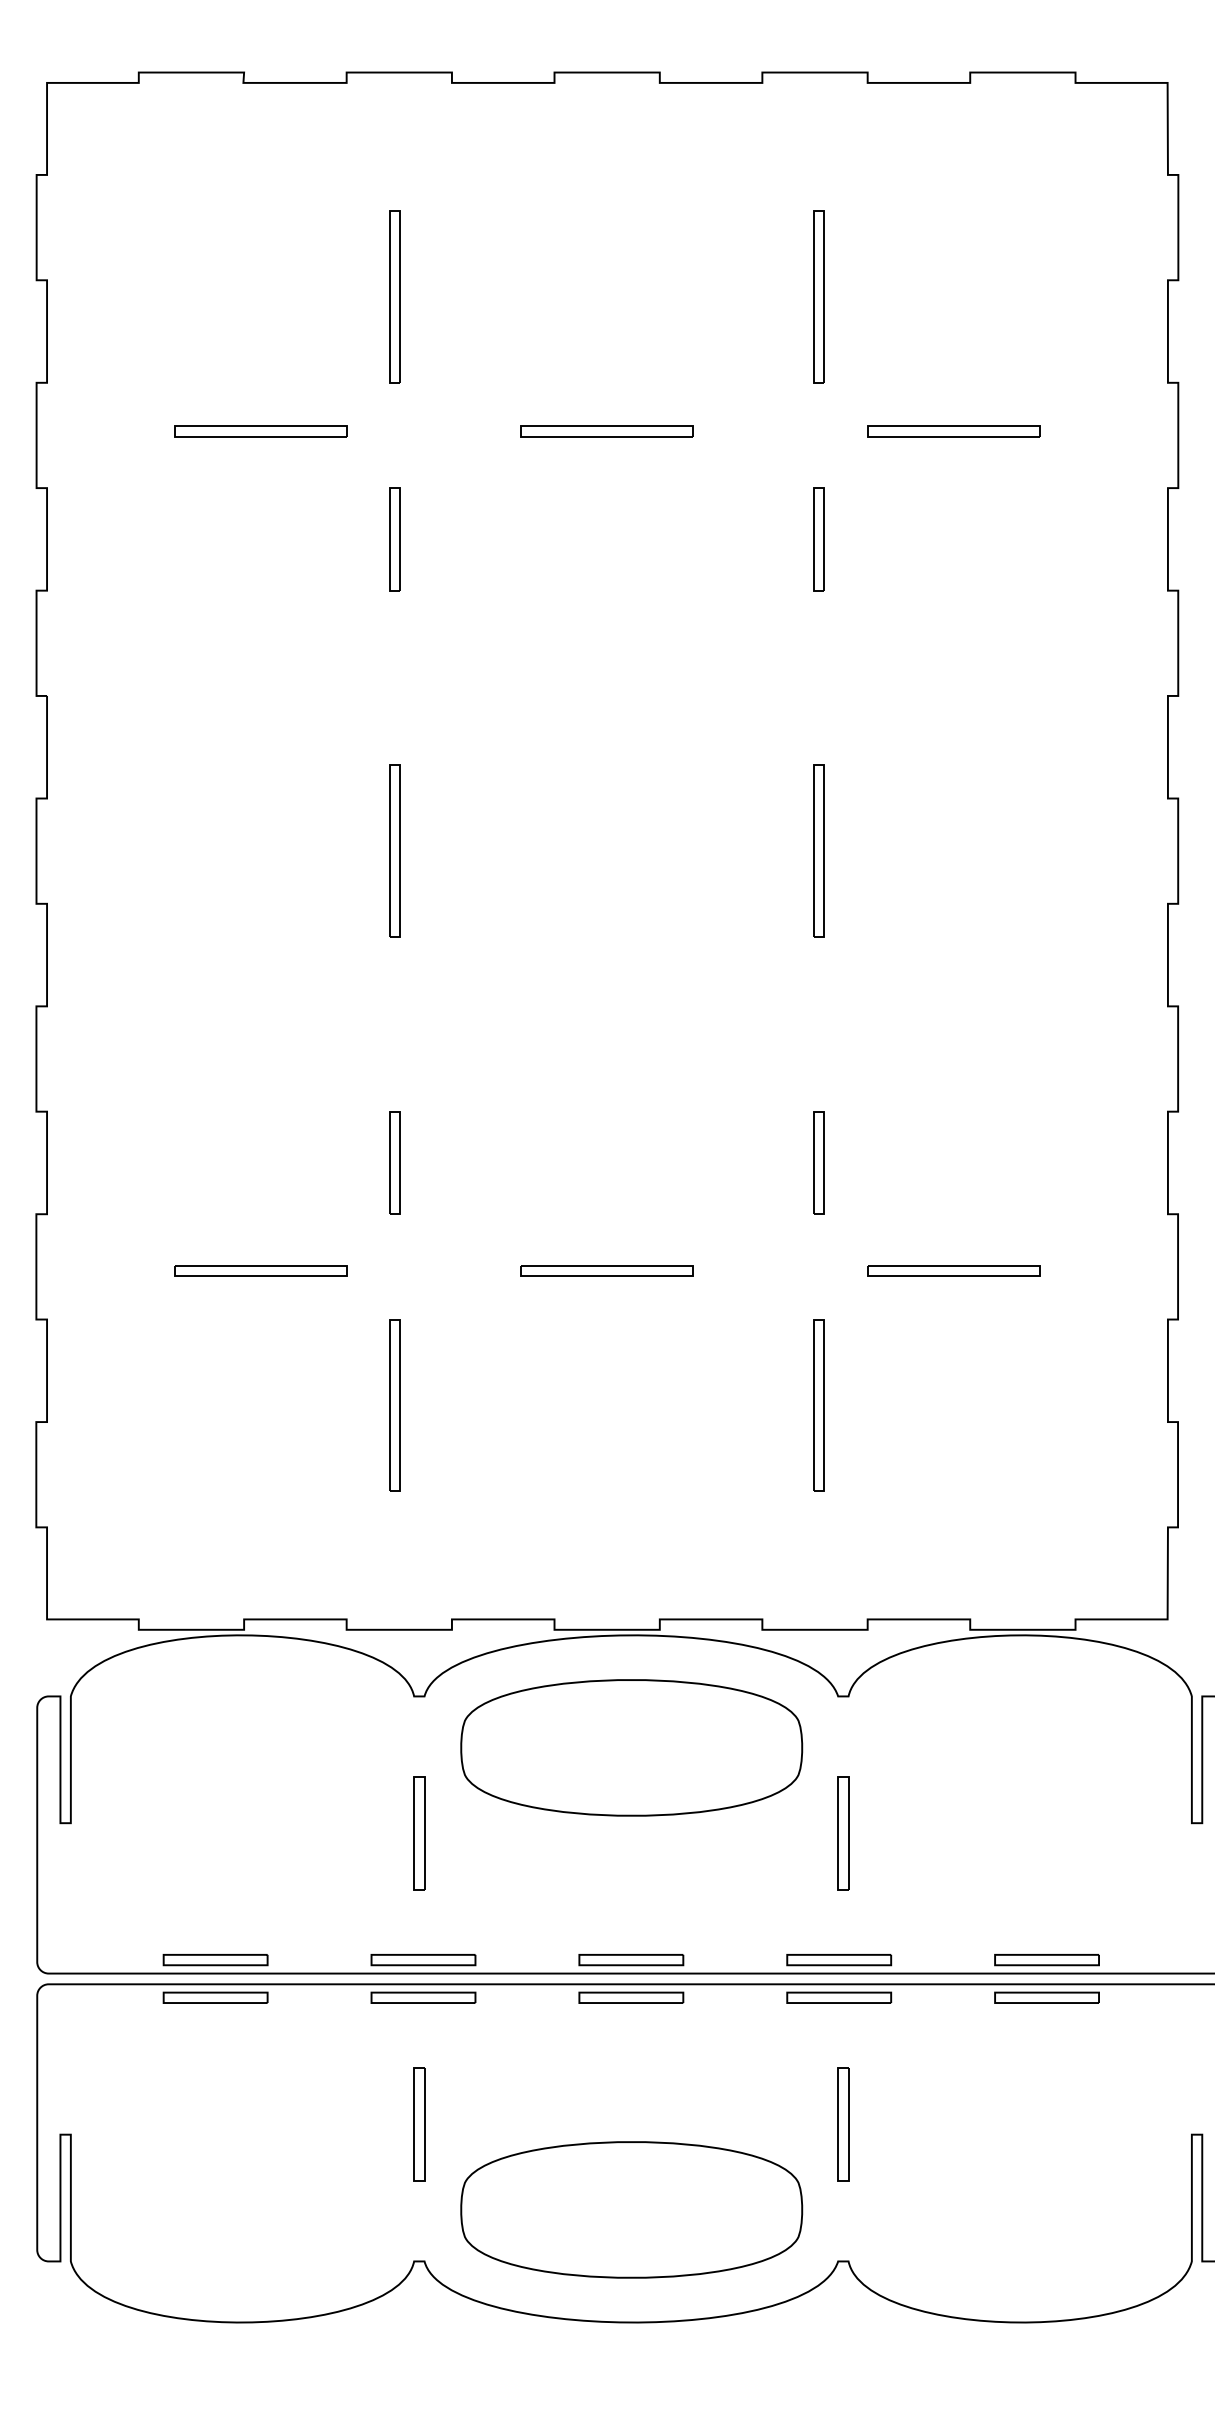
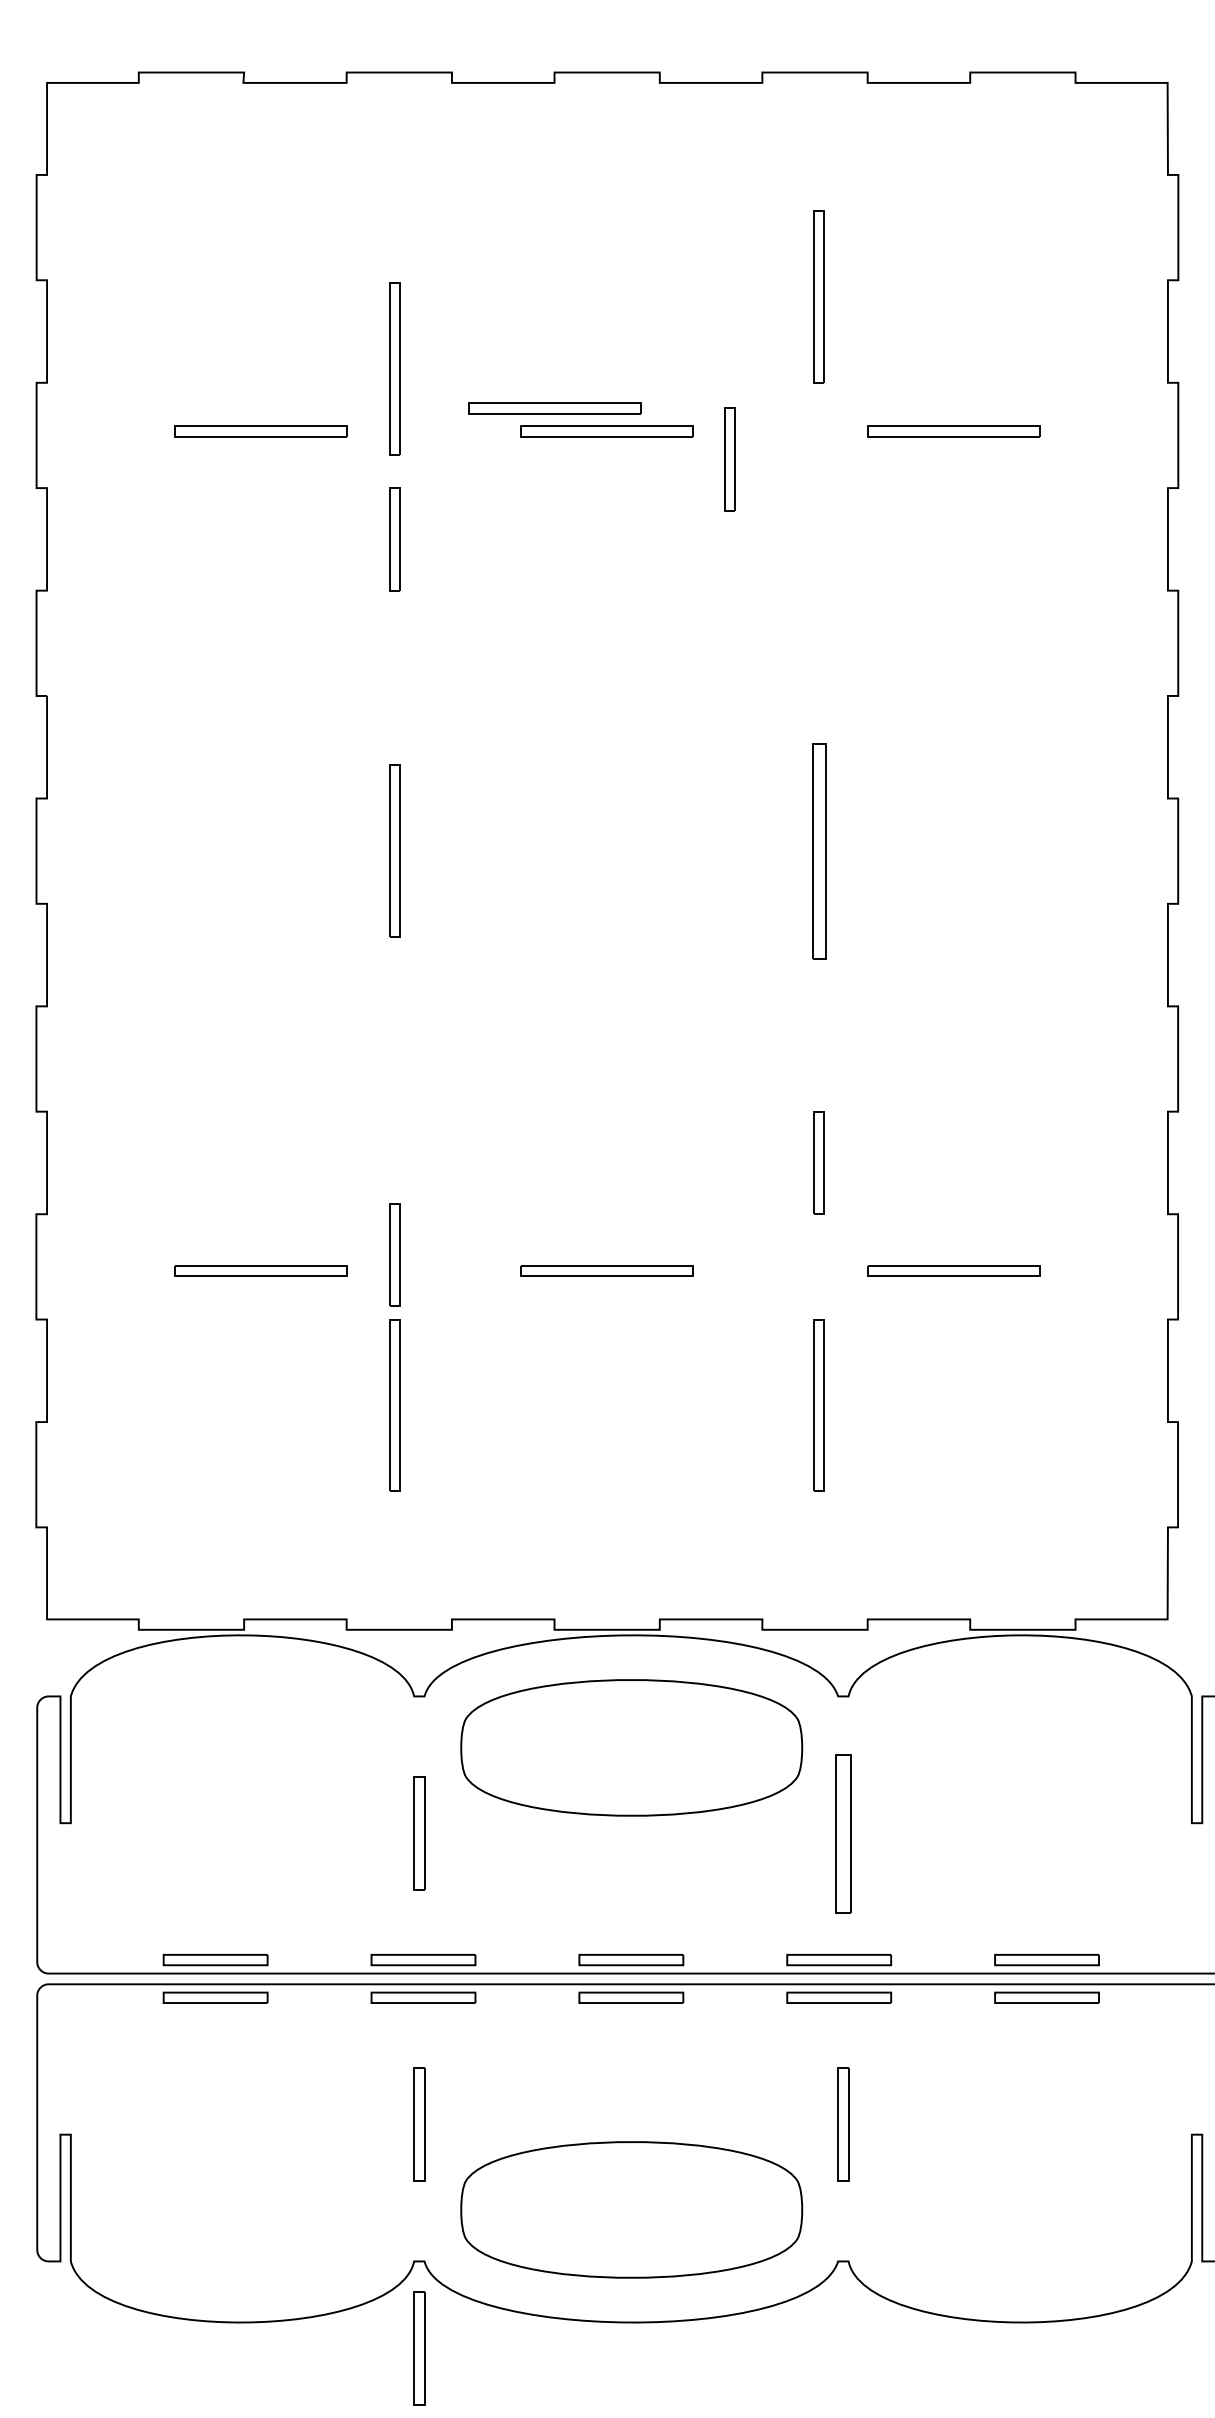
part at (394, 296) position: (394, 296) -> (394, 368)
part at (554, 408): none -> present
part at (818, 539) position: (818, 539) -> (729, 459)
part at (818, 850) size: 12x174 px -> 15x217 px
part at (394, 1162) position: (394, 1162) -> (394, 1254)
part at (843, 1833) size: 13x115 px -> 17x160 px
part at (419, 2348): none -> present
